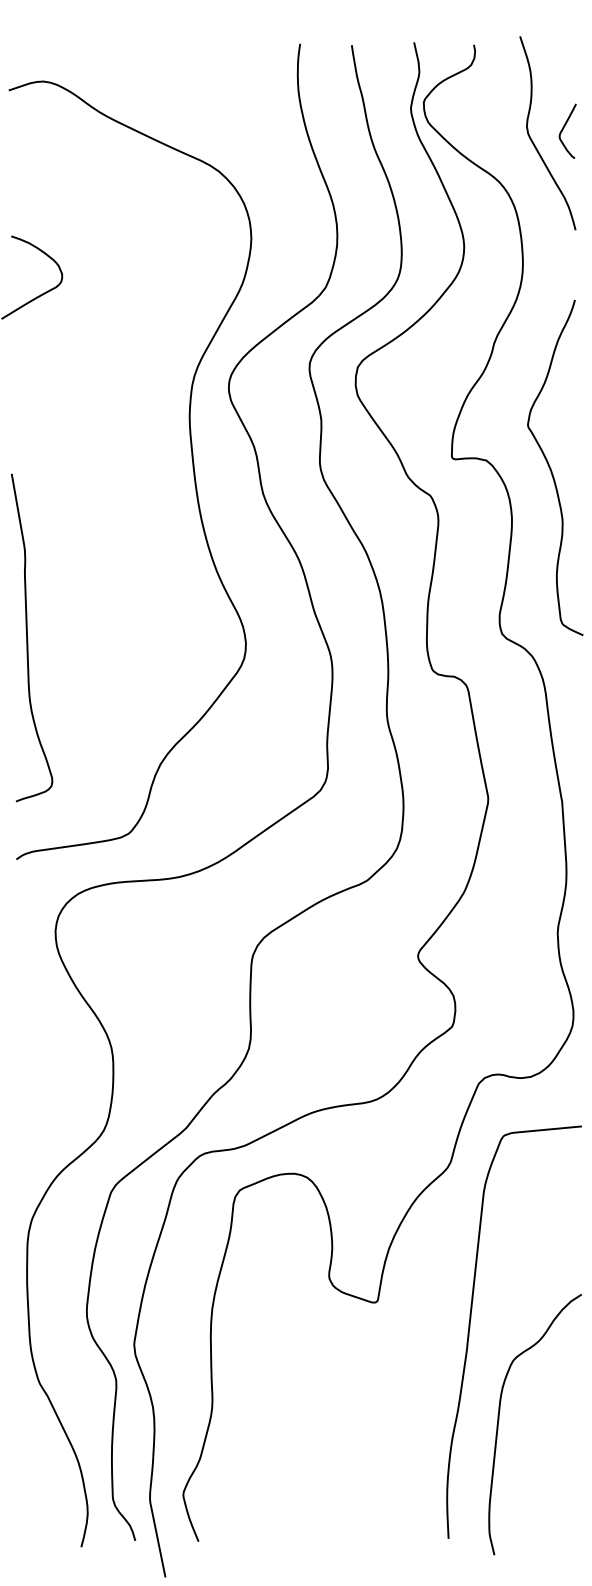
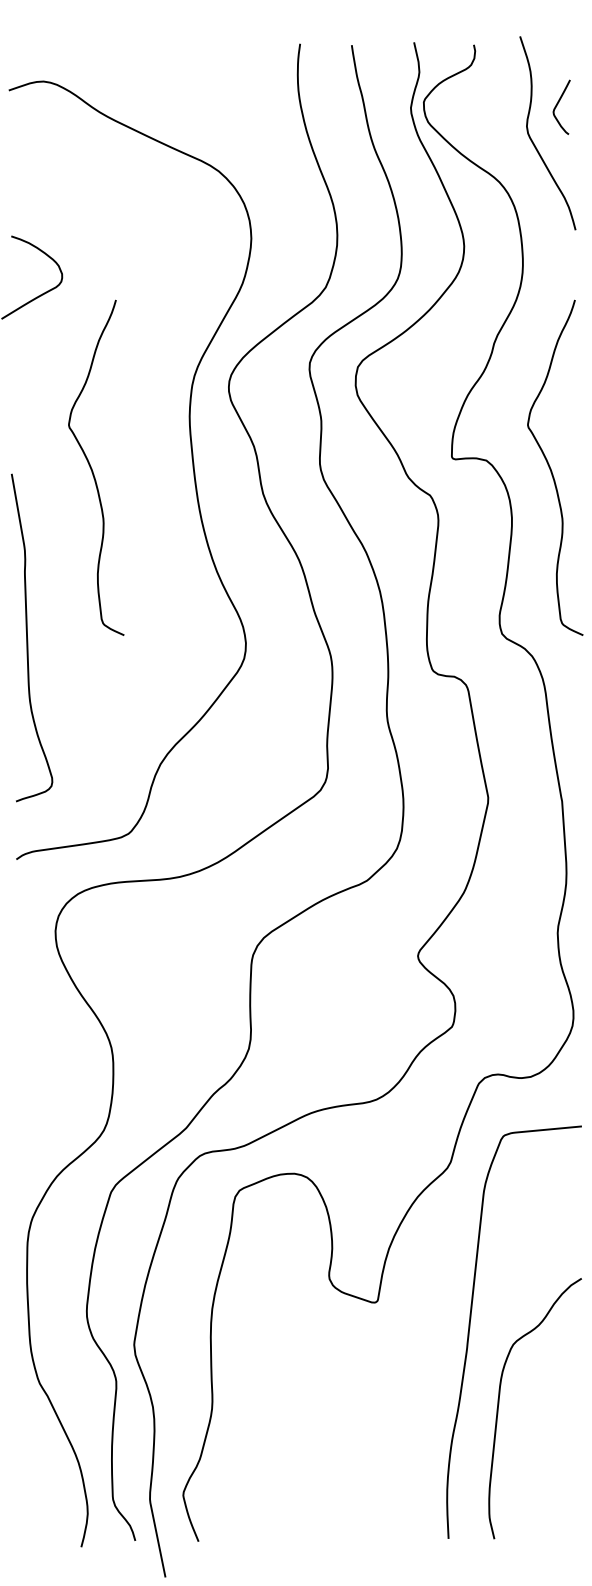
curve at (564, 128) position: (564, 128) -> (558, 104)
curve at (92, 468): none -> present
curve at (499, 1420) position: (499, 1420) -> (499, 1404)
